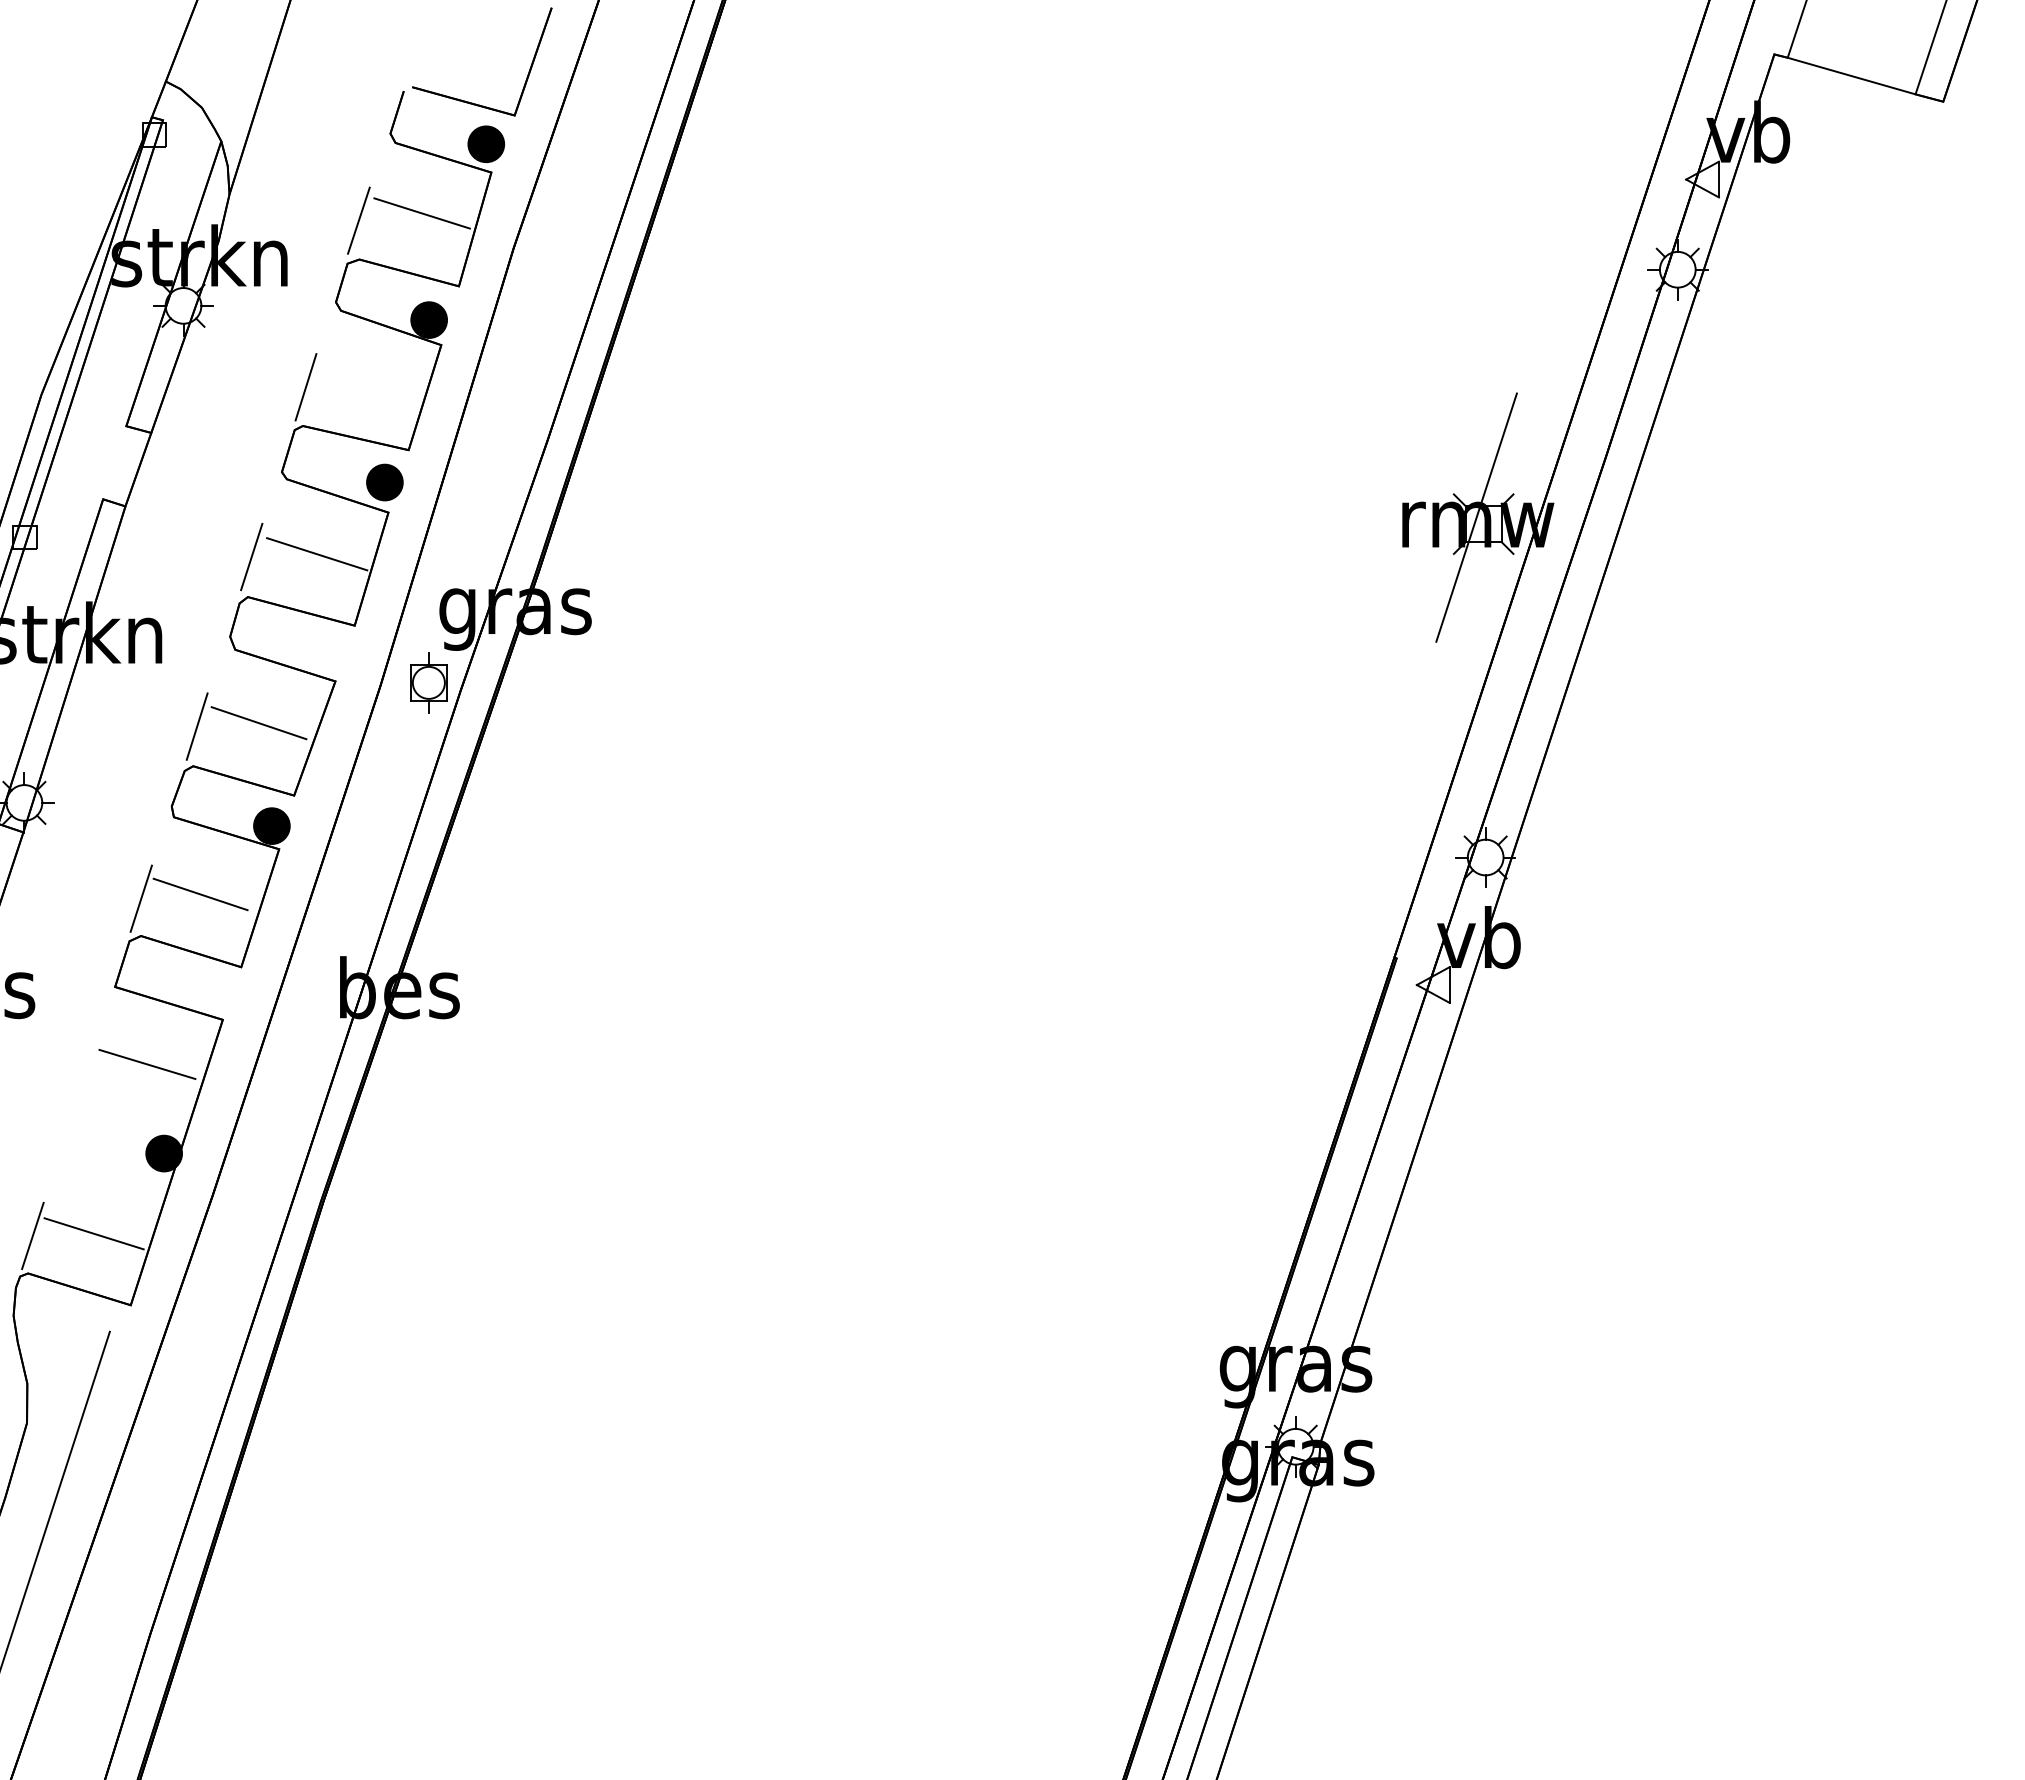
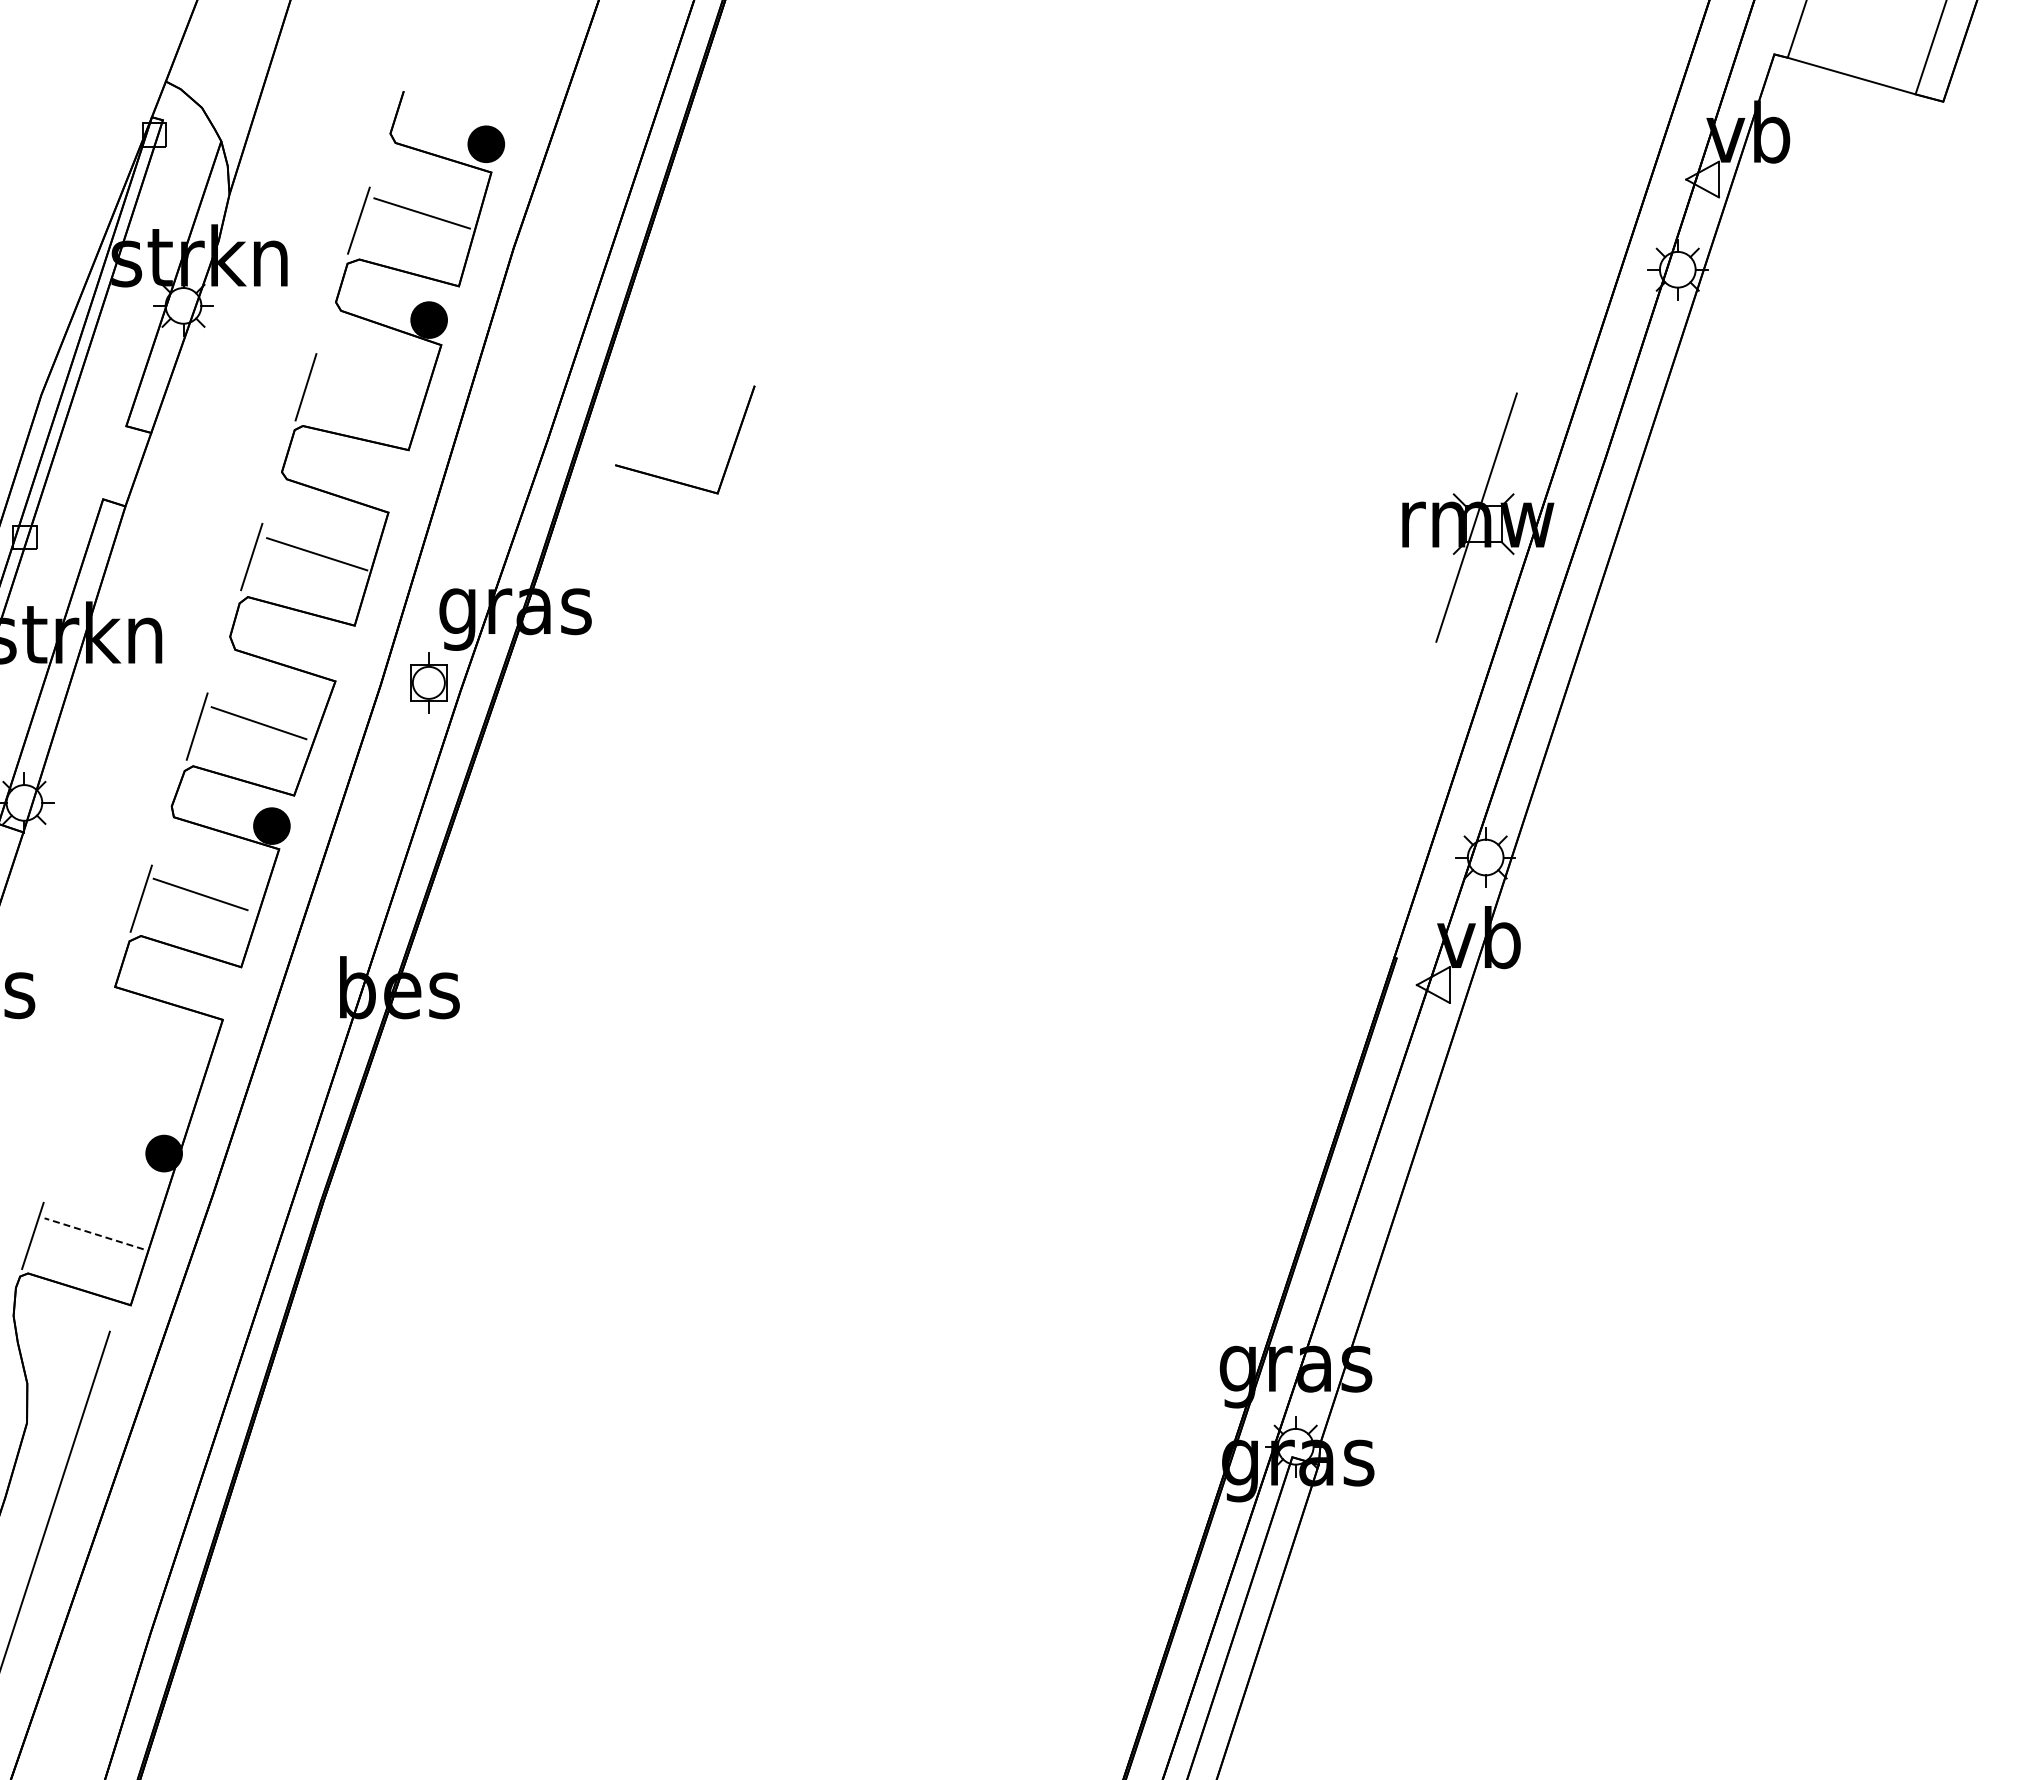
part at (472, 102) position: (472, 102) -> (675, 480)
part at (384, 482): present -> none
line at (147, 1064): present -> none
line at (94, 1233): solid -> dashed
